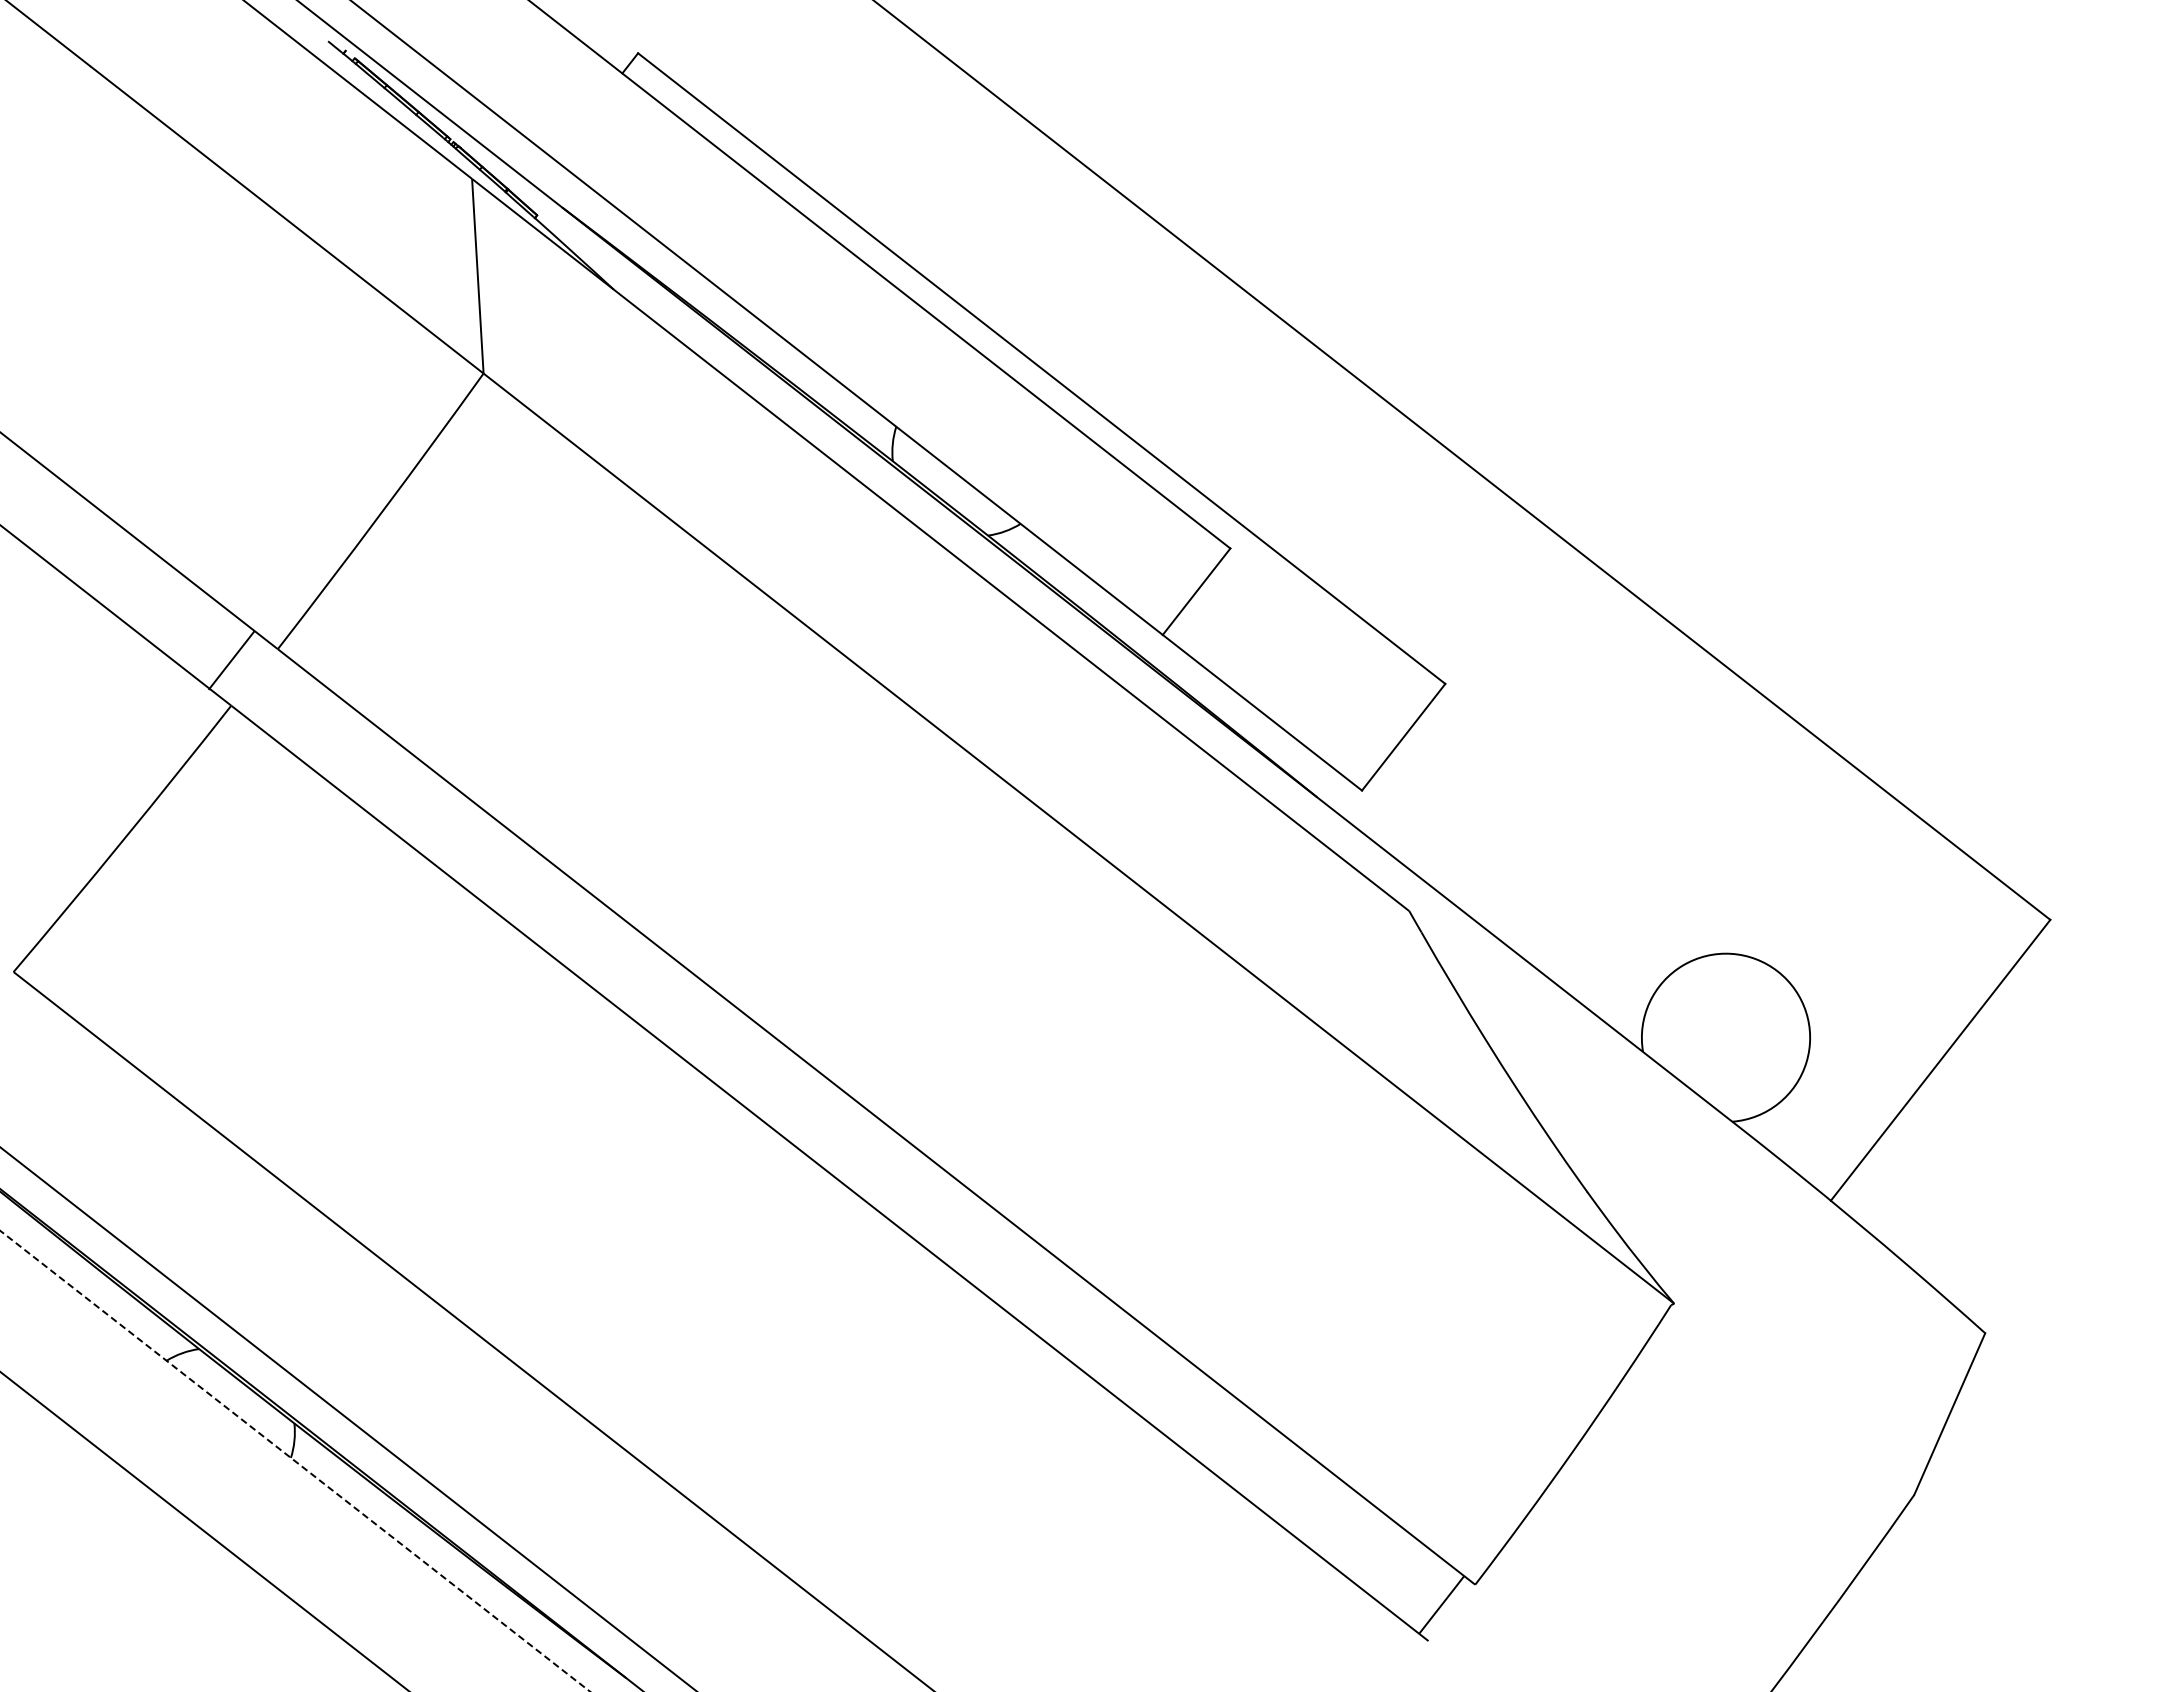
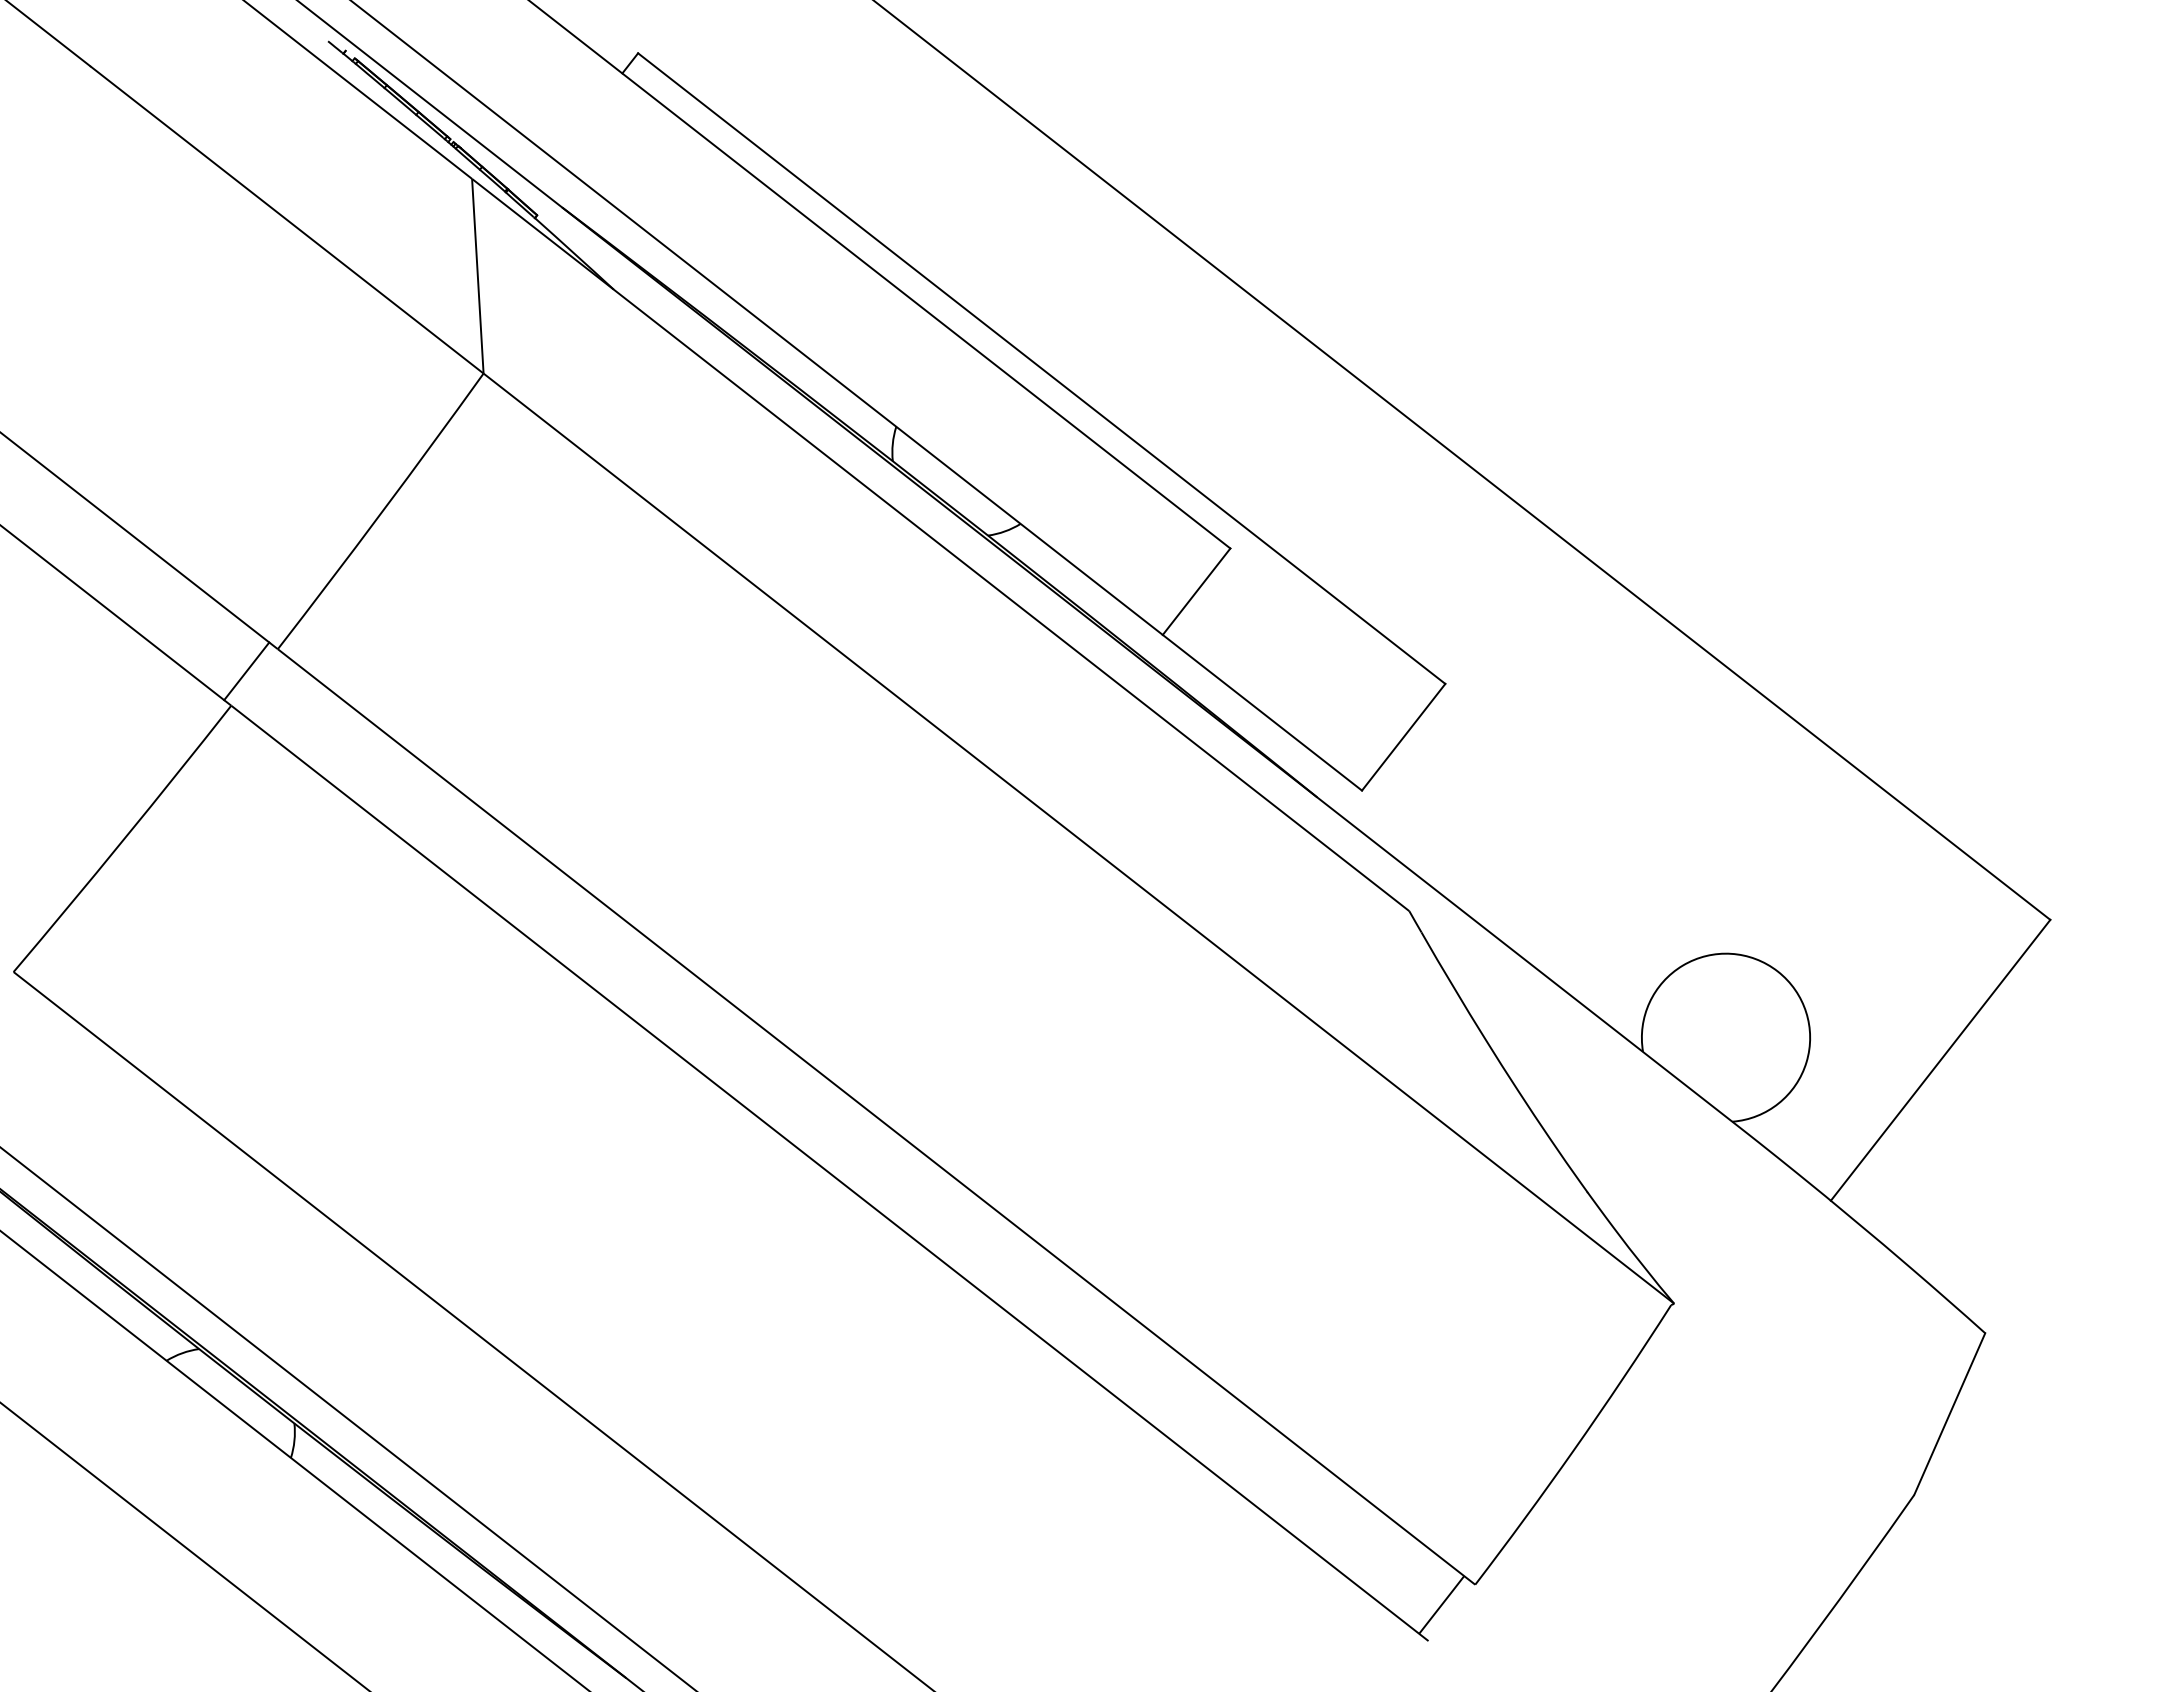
line at (231, 660) position: (231, 660) -> (246, 671)
line at (295, 1461): dashed -> solid
line at (203, 1530) position: (203, 1530) -> (184, 1546)
